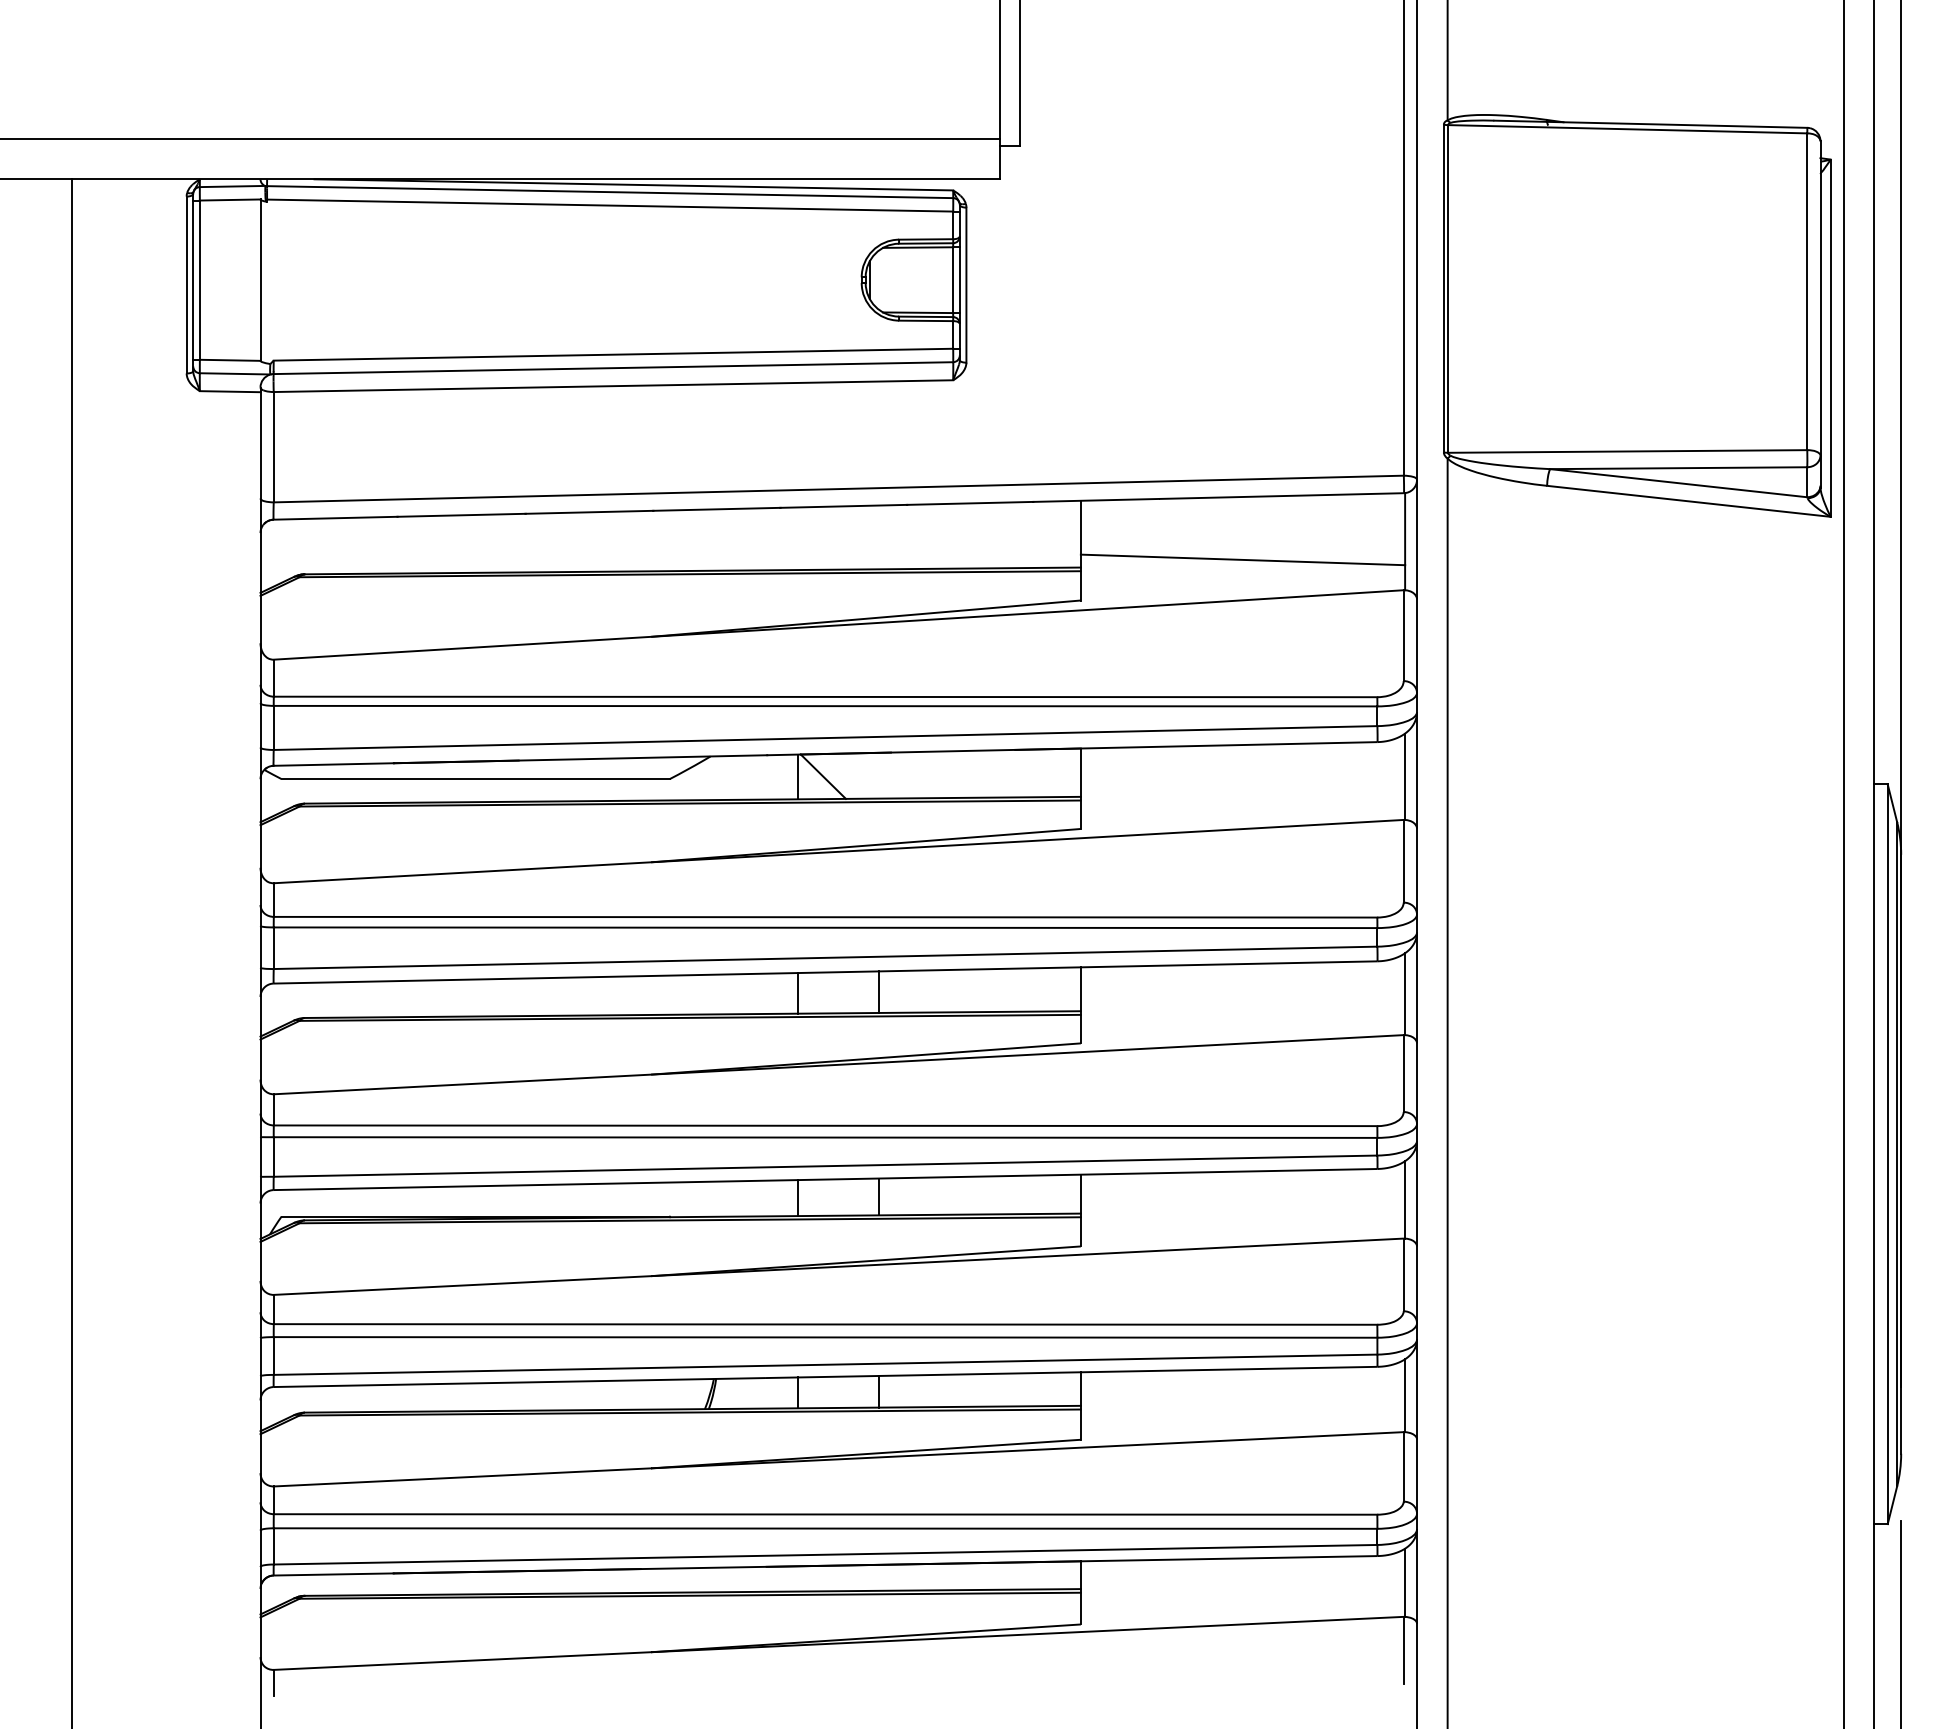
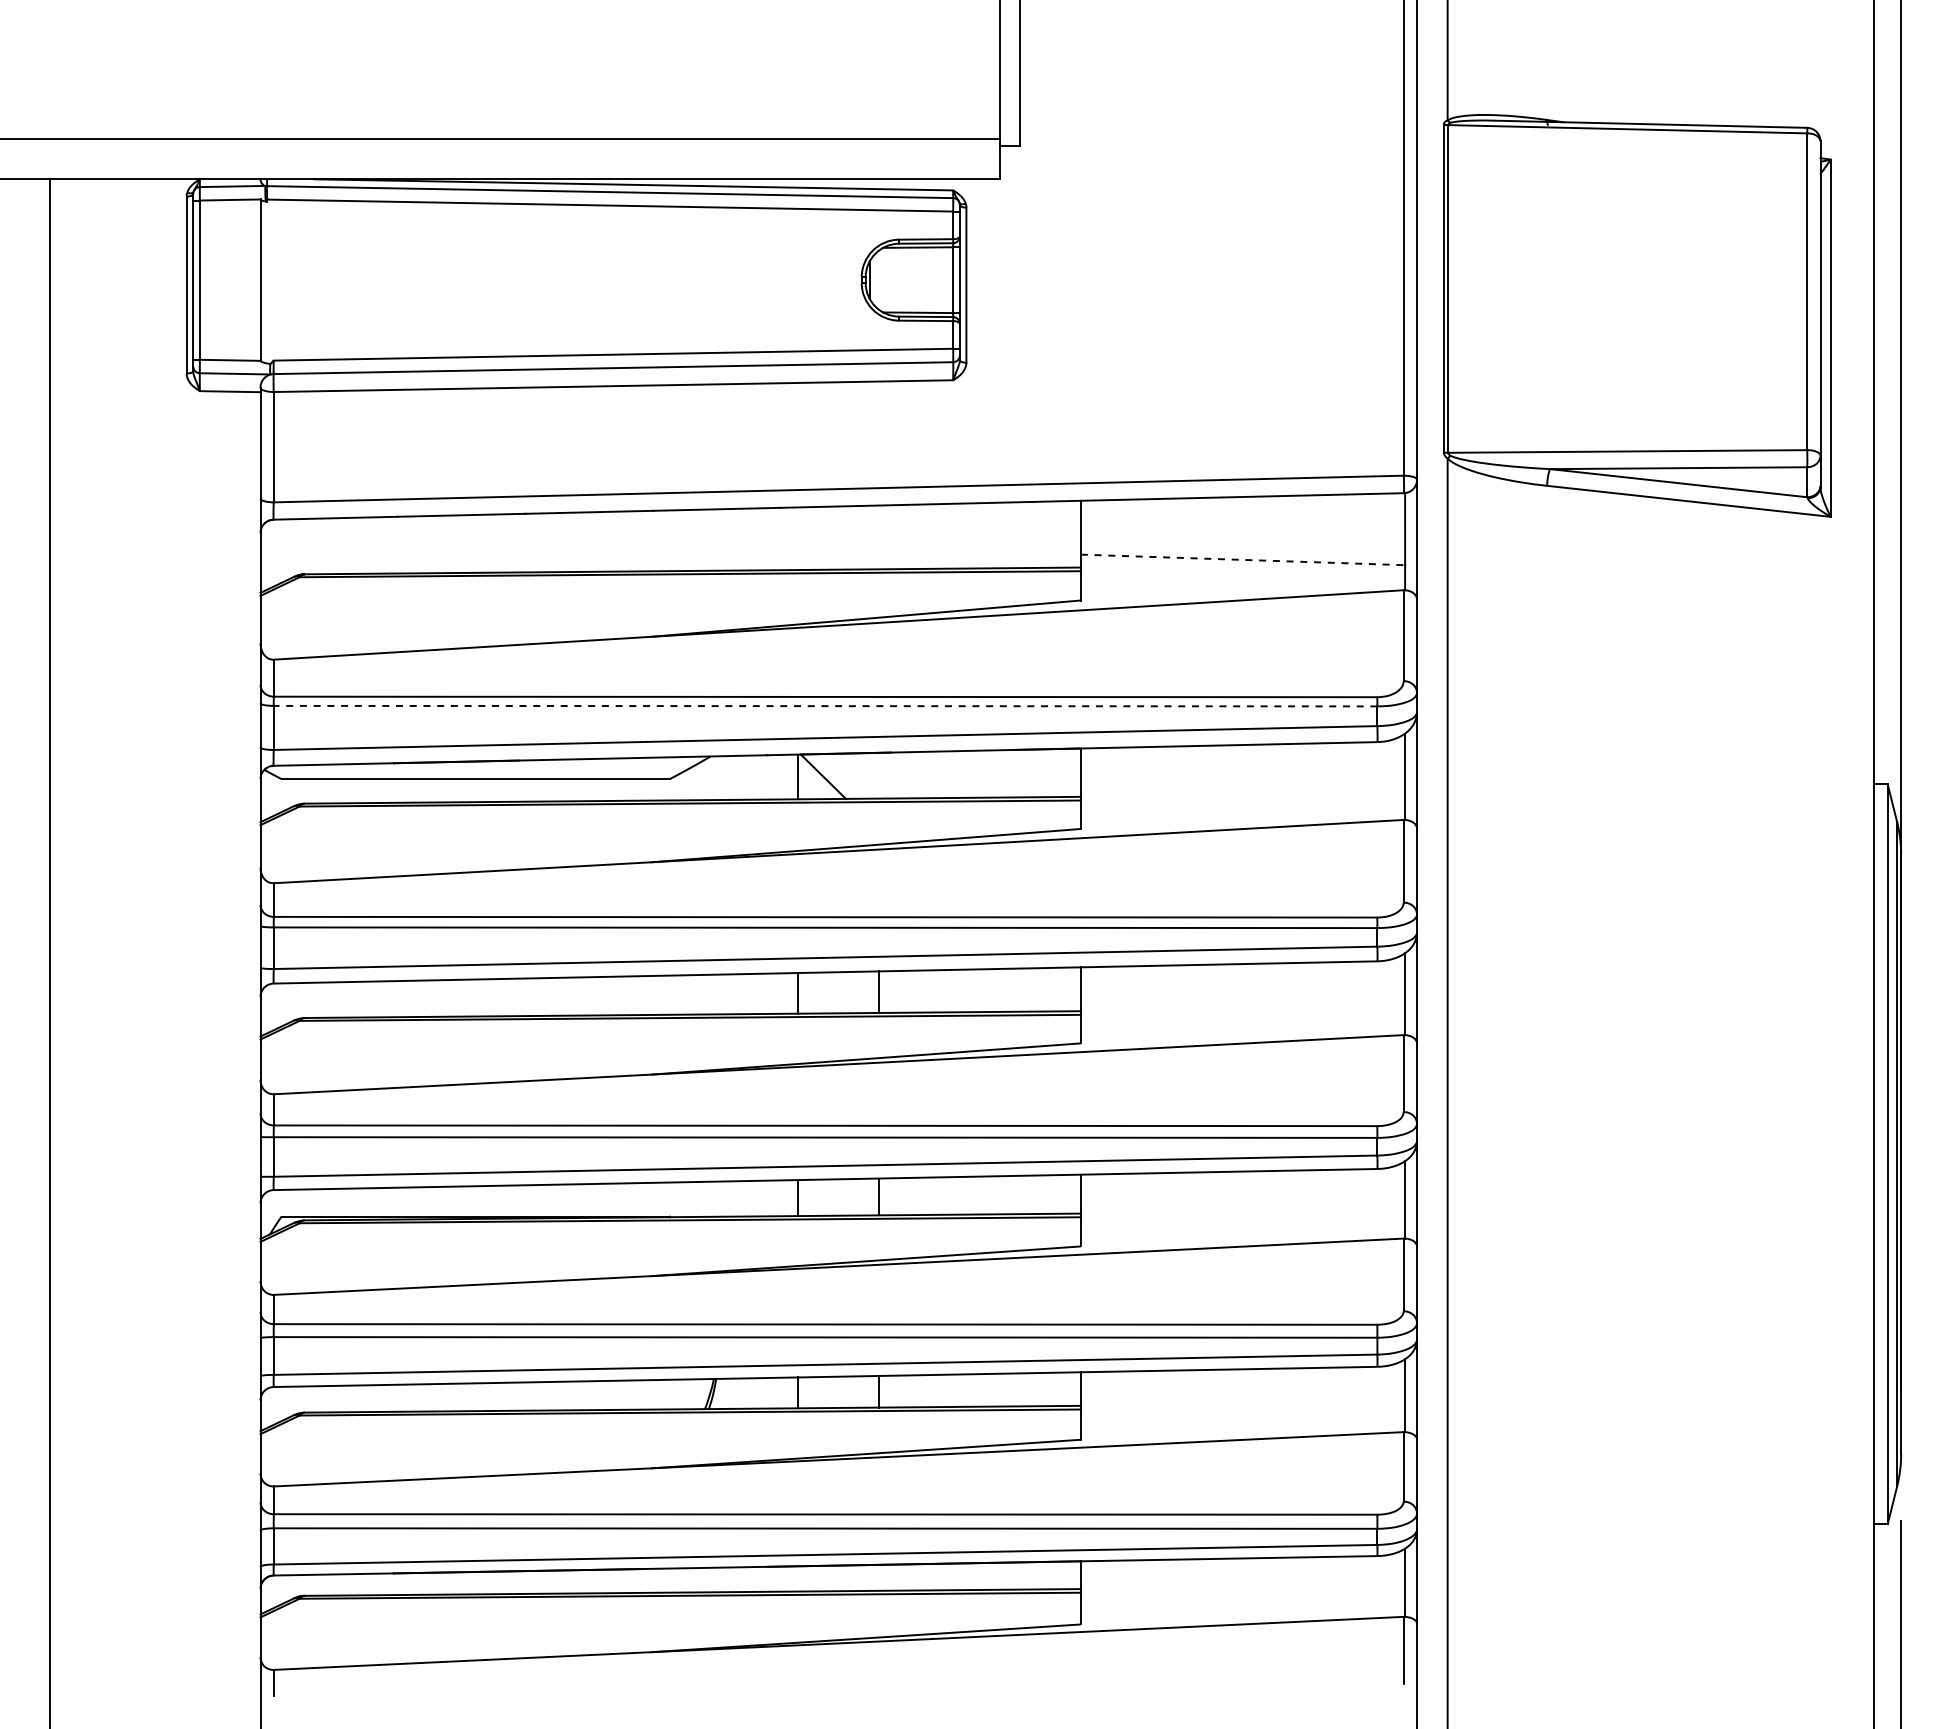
line at (1243, 559): solid -> dashed
line at (825, 706): solid -> dashed
line at (1843, 863): present -> none
line at (72, 952) position: (72, 952) -> (50, 952)
